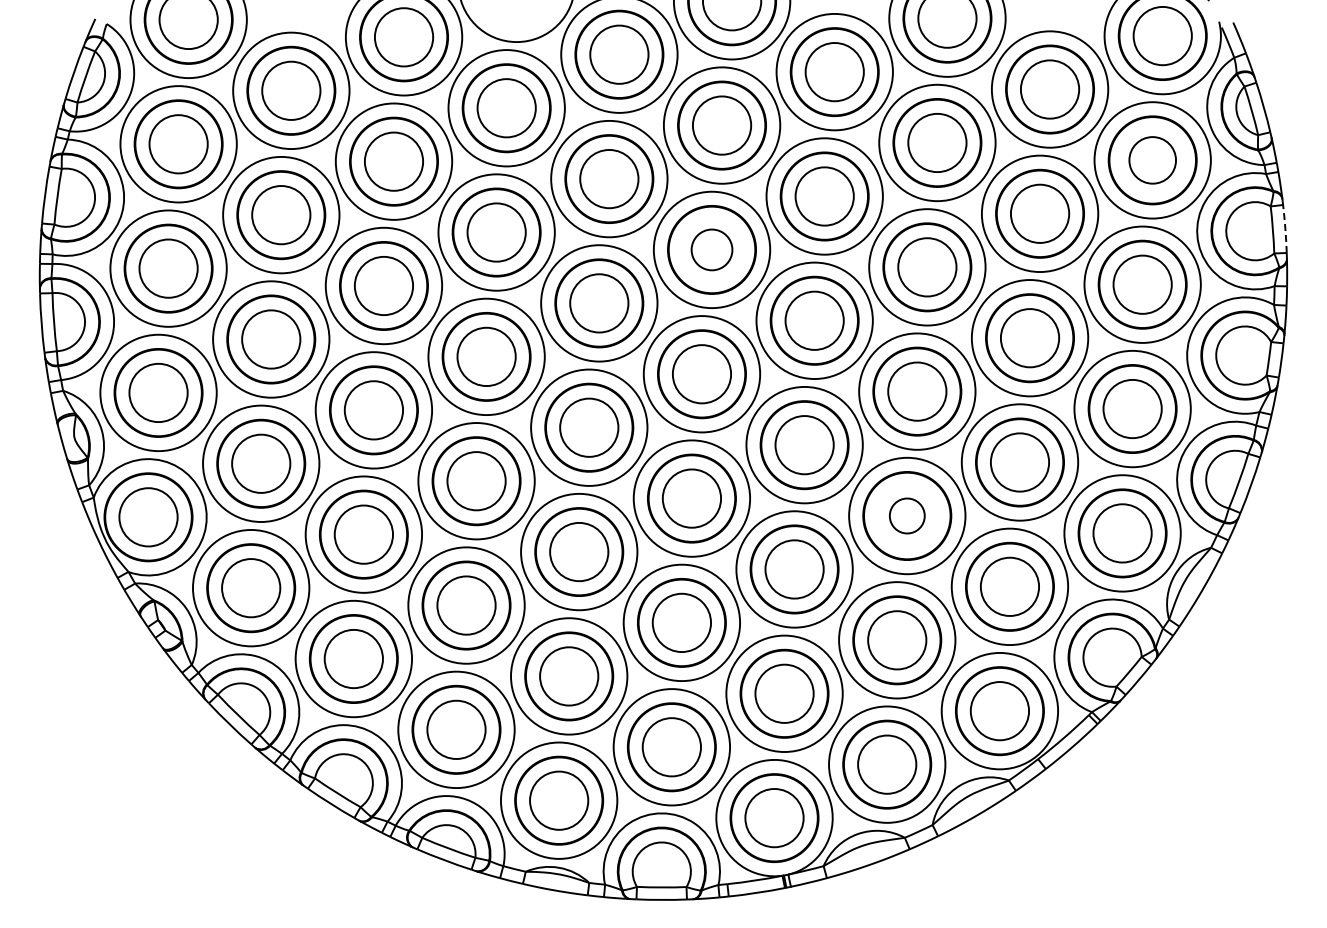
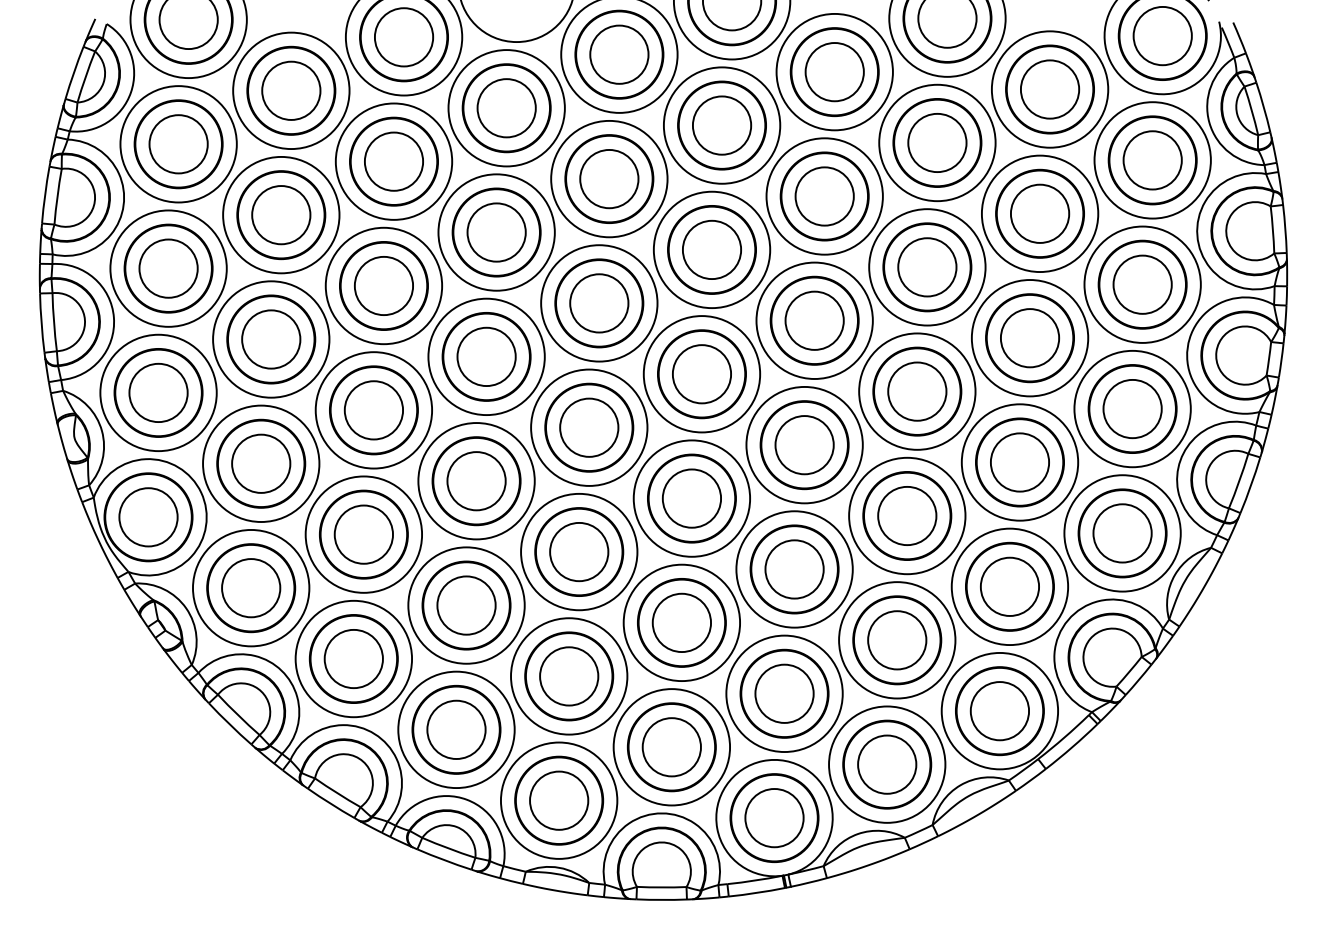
circle at (1152, 160) diameter: 47 px -> 58 px
arc at (1285, 228): dashed -> solid
circle at (711, 249) diameter: 41 px -> 58 px
circle at (906, 515) diameter: 35 px -> 58 px
